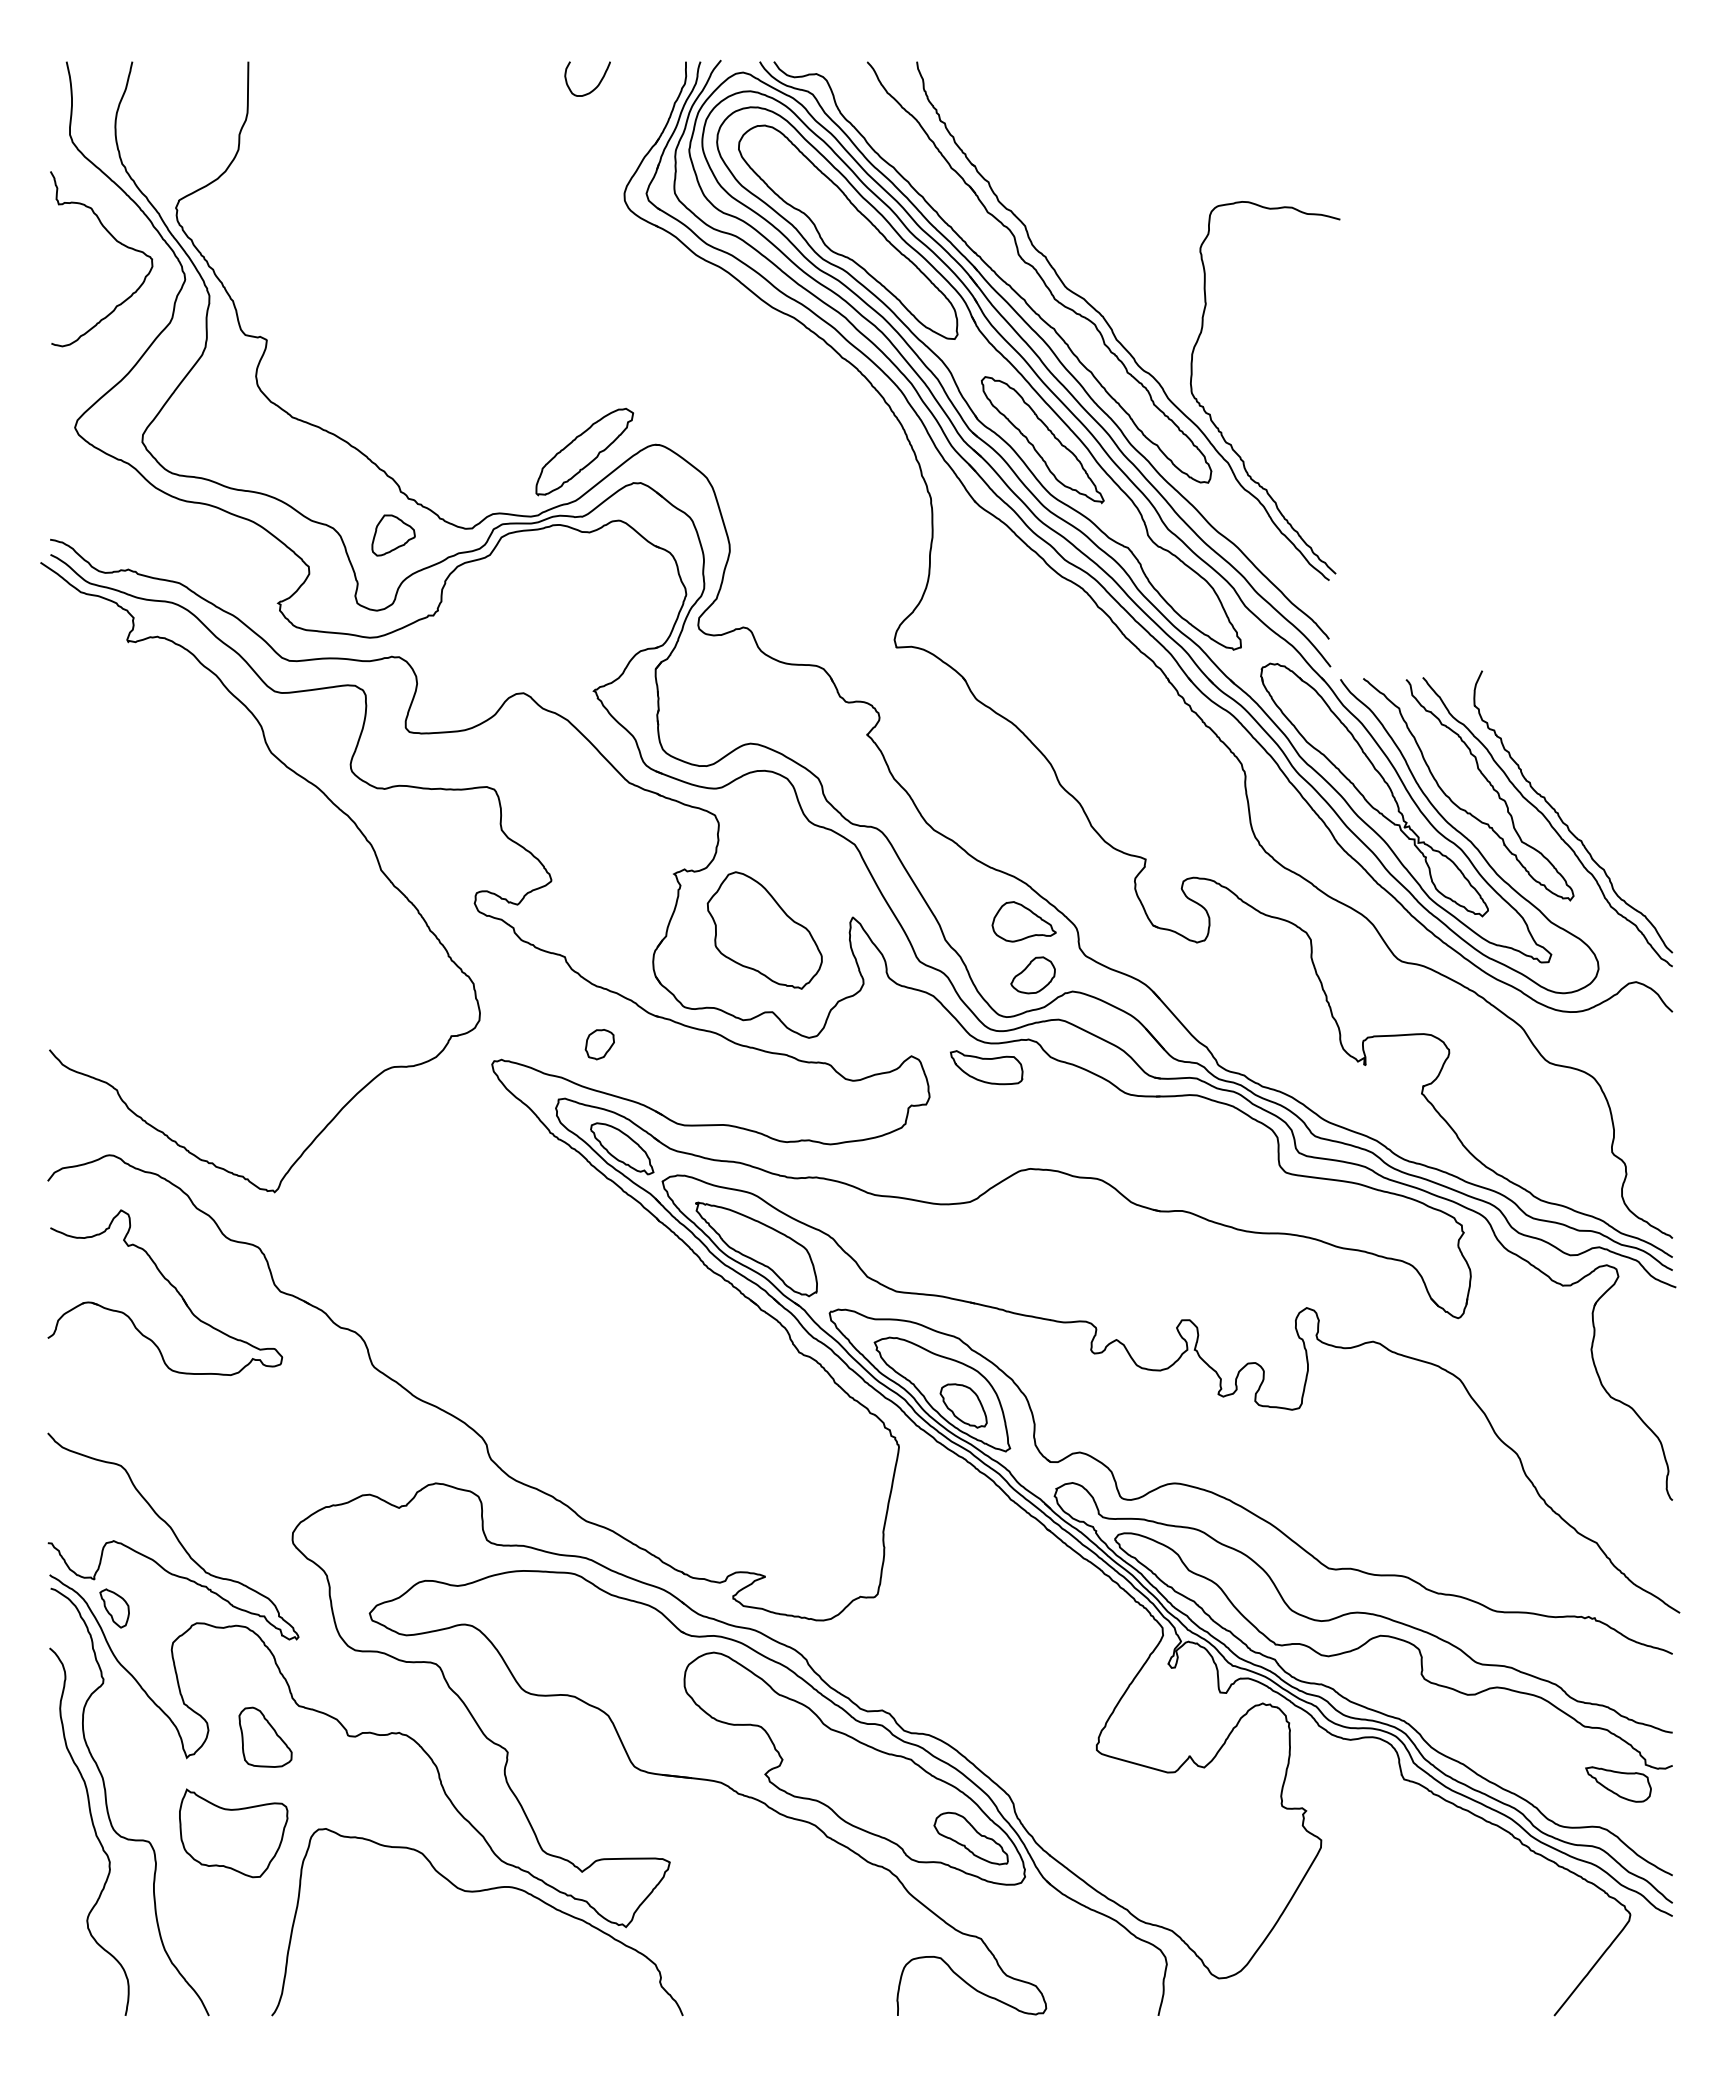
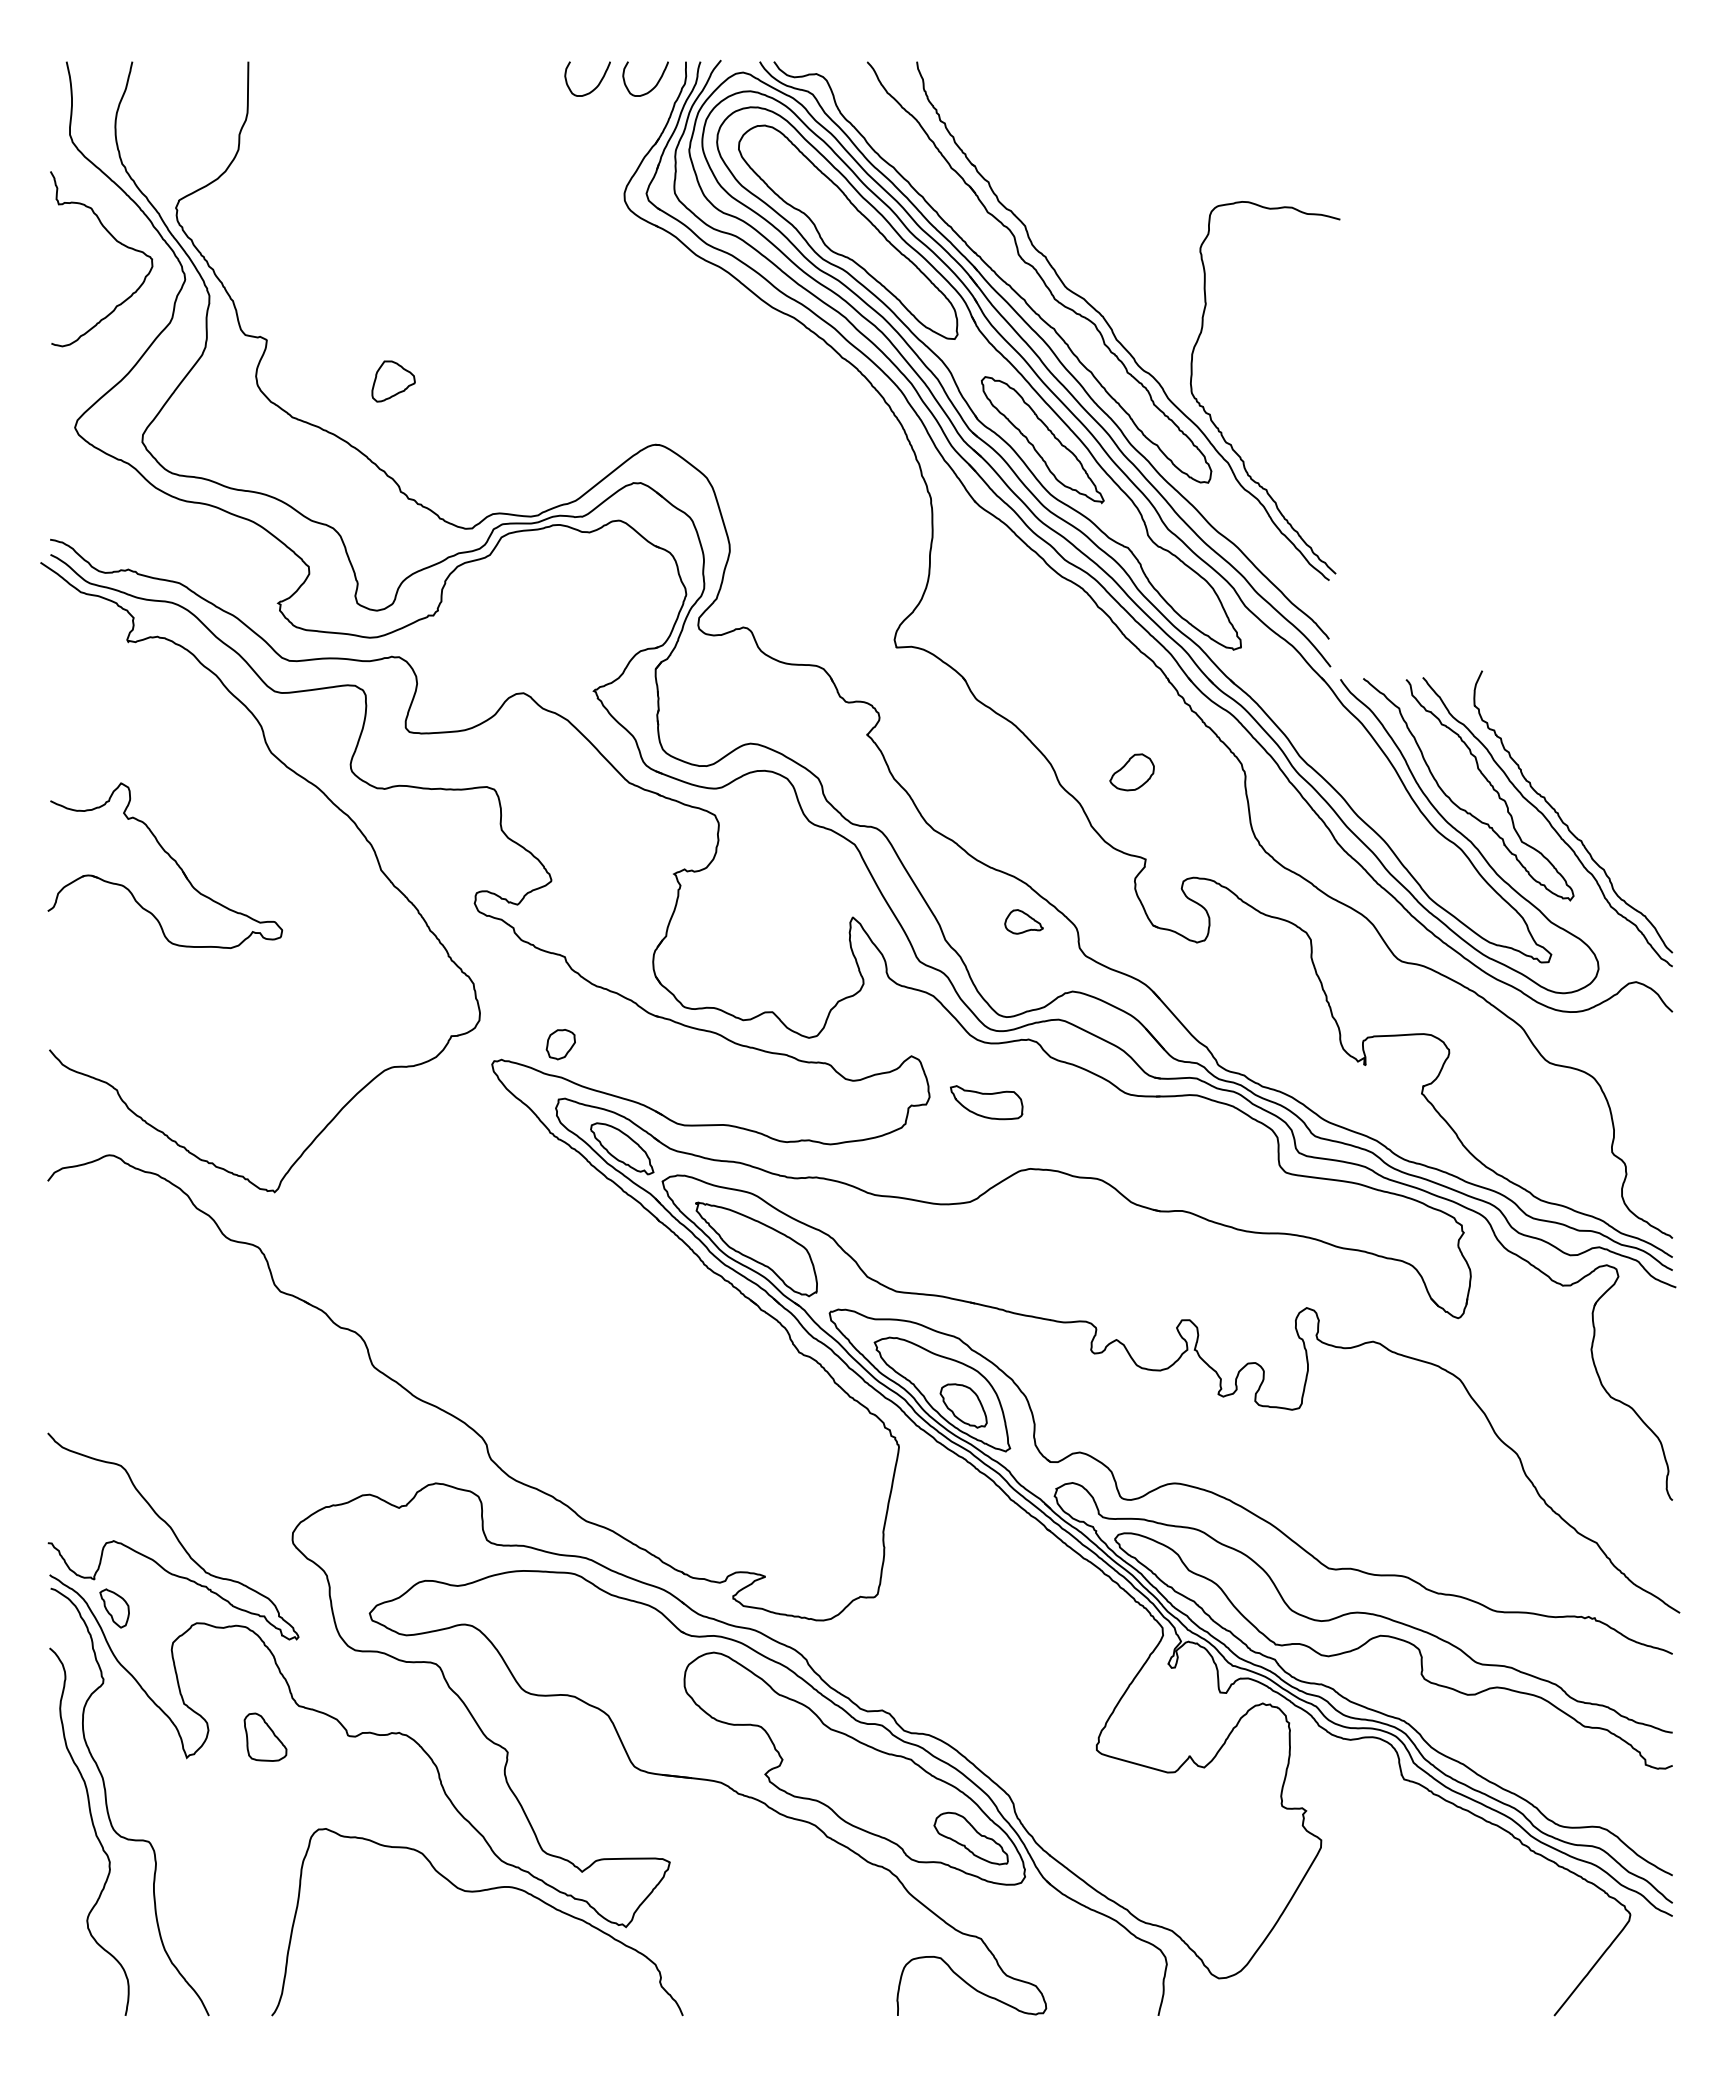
curve at (655, 84): none -> present
part at (584, 451): present -> none
part at (393, 535) position: (393, 535) -> (393, 381)
part at (1374, 789): present -> none
part at (1023, 921) size: 66x42 px -> 40x26 px
part at (764, 930): present -> none
part at (1032, 975) position: (1032, 975) -> (1131, 772)
part at (599, 1044) position: (599, 1044) -> (560, 1044)
part at (986, 1067) position: (986, 1067) -> (986, 1102)
part at (171, 1286) position: (171, 1286) -> (171, 859)
part at (265, 1736) size: 55x62 px -> 45x50 px
part at (1618, 1784): present -> none
part at (233, 1833): present -> none
